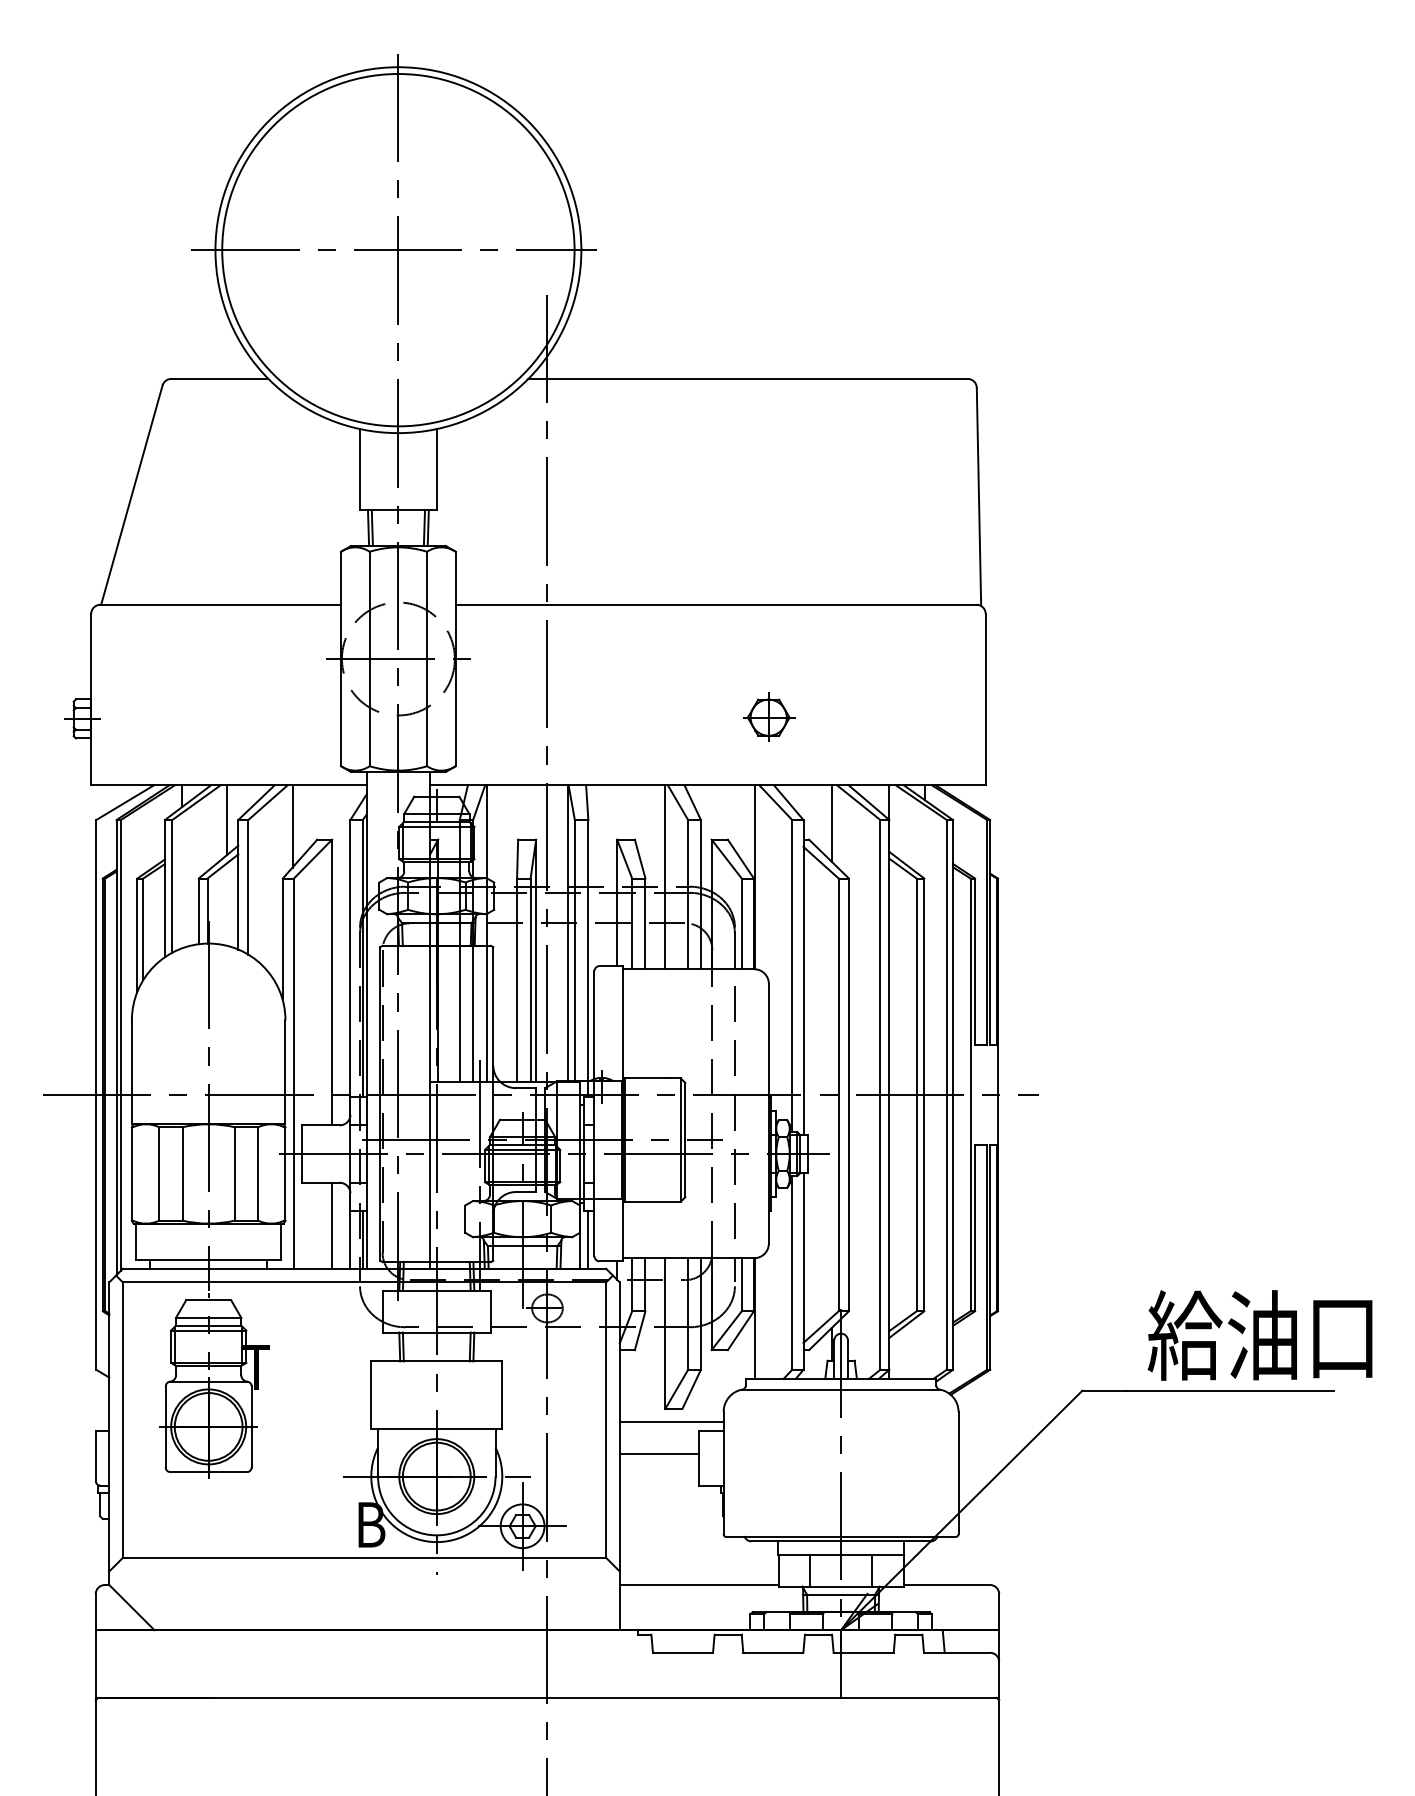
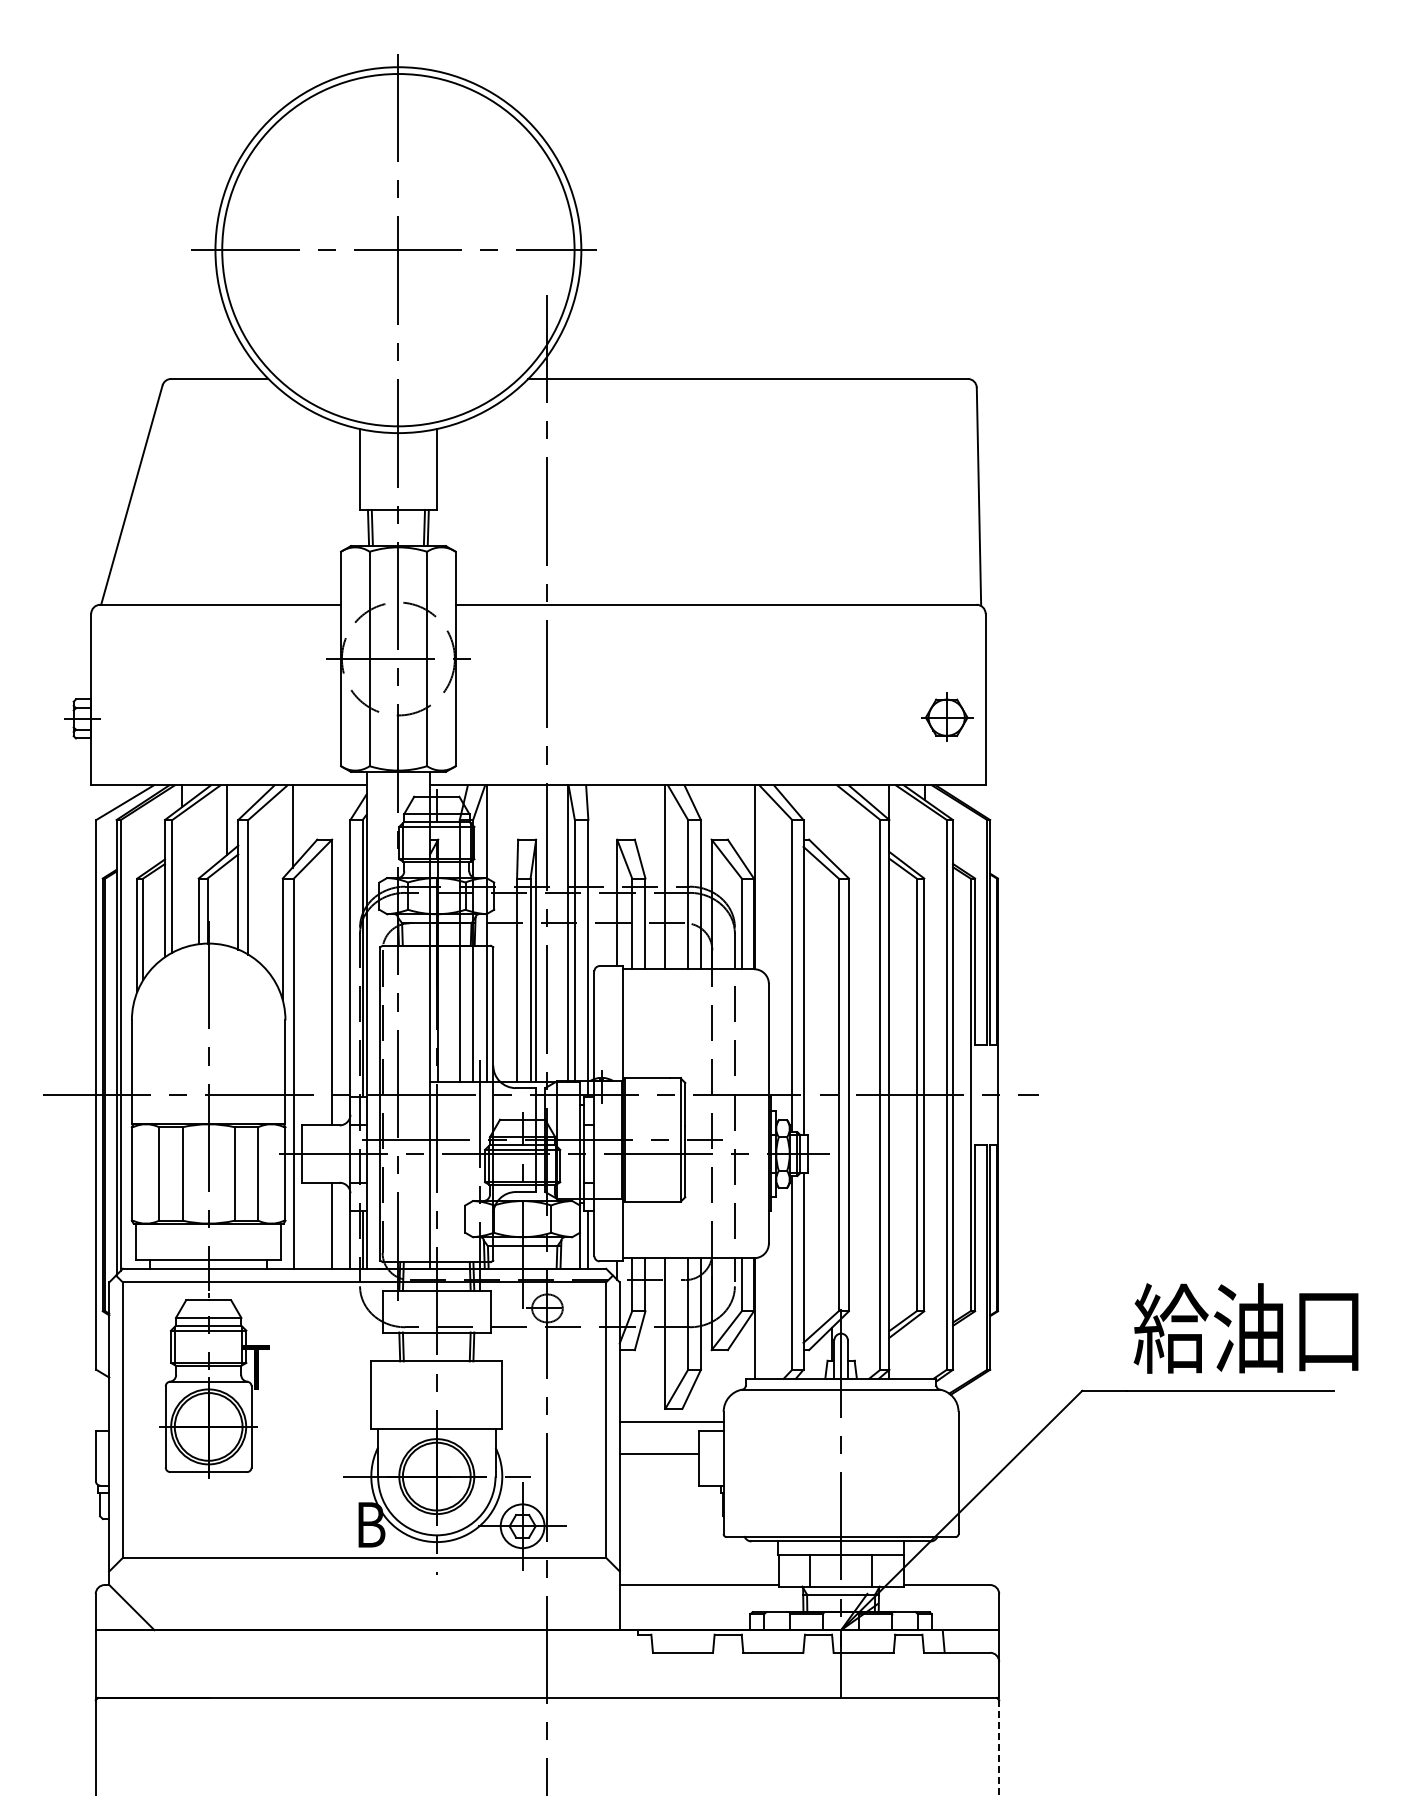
part at (769, 716) position: (769, 716) -> (947, 716)
line at (831, 823): present -> none
text at (1259, 1335) position: (1259, 1335) -> (1245, 1328)
line at (999, 1748): solid -> dashed
